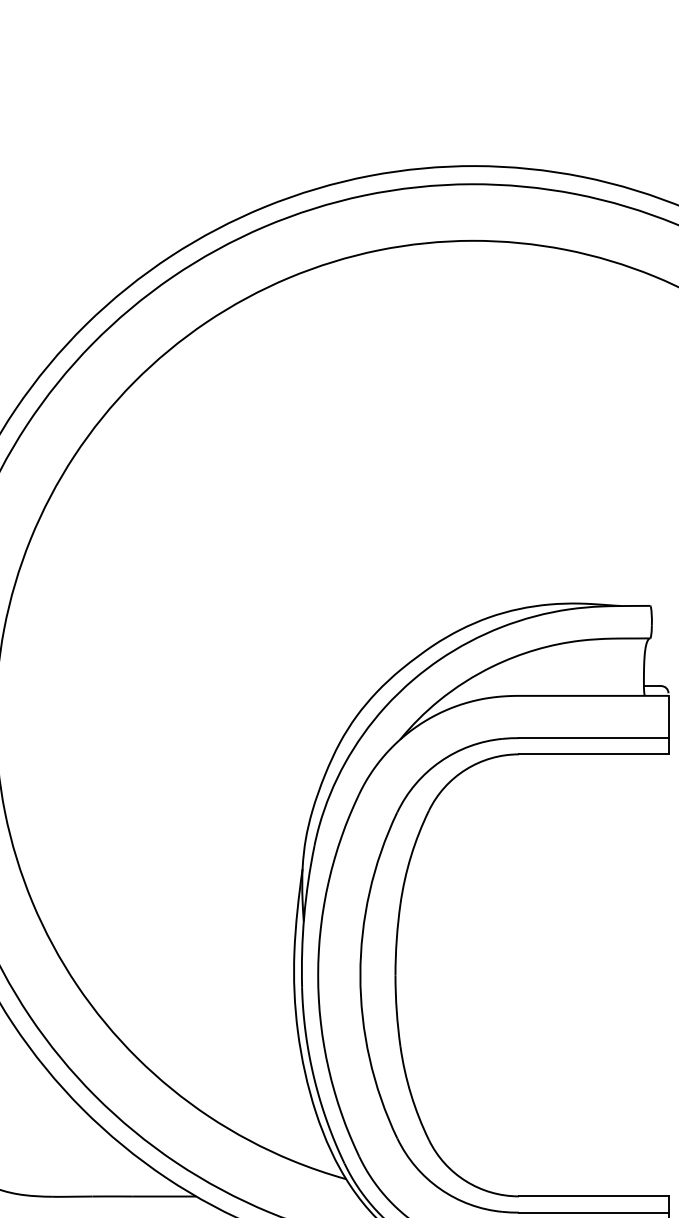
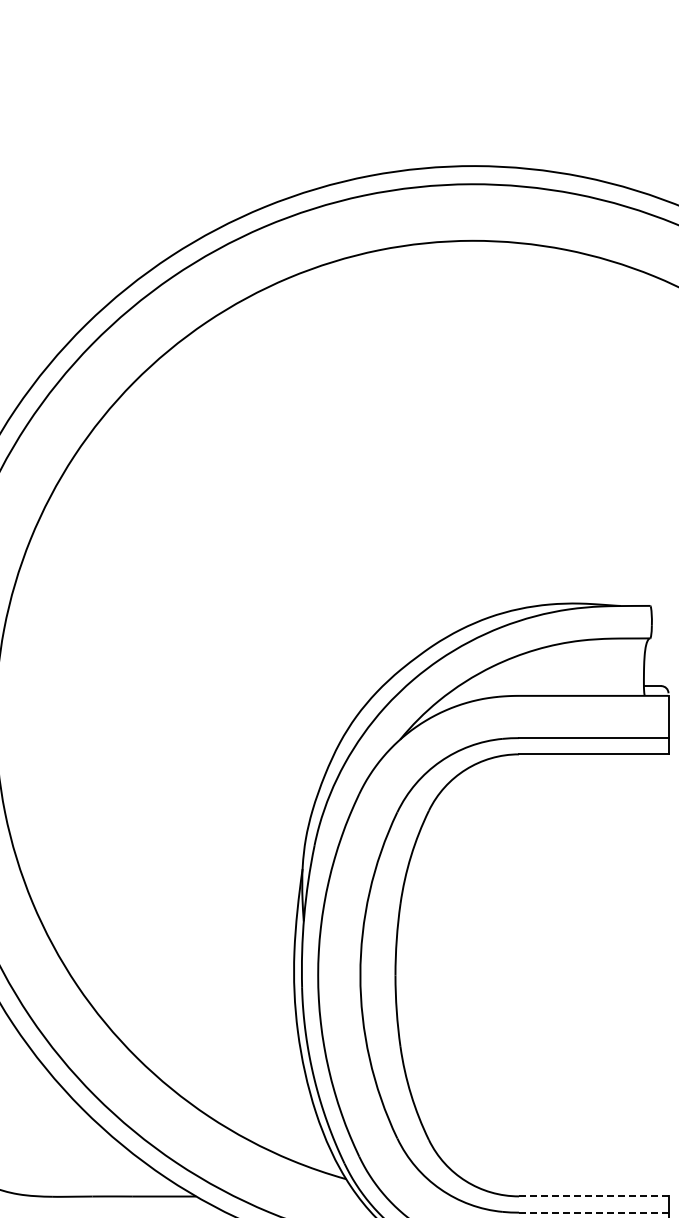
line at (593, 1196): solid -> dashed
line at (593, 1212): solid -> dashed
